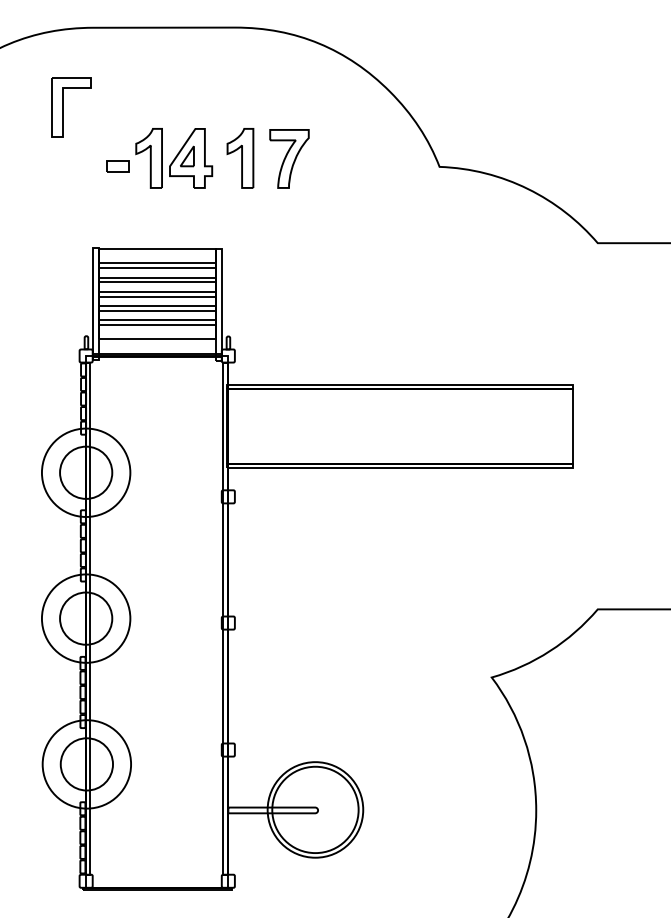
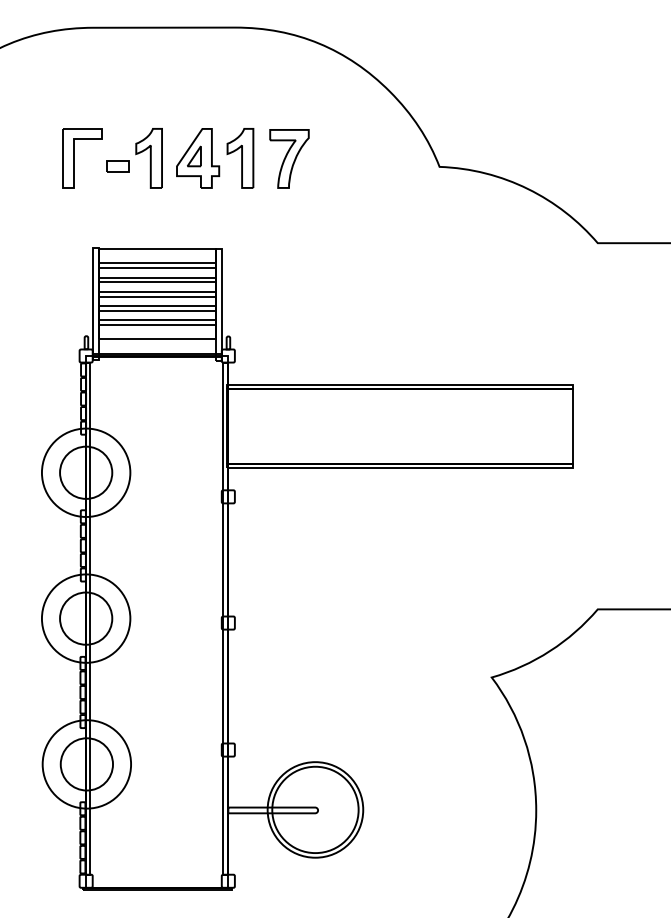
part at (63, 107) position: (63, 107) -> (74, 158)
part at (191, 158) position: (191, 158) -> (198, 158)
